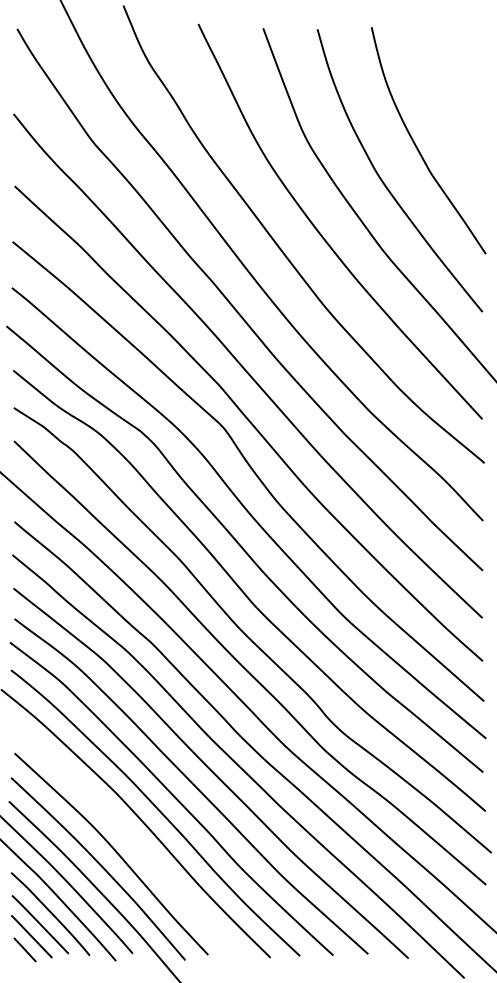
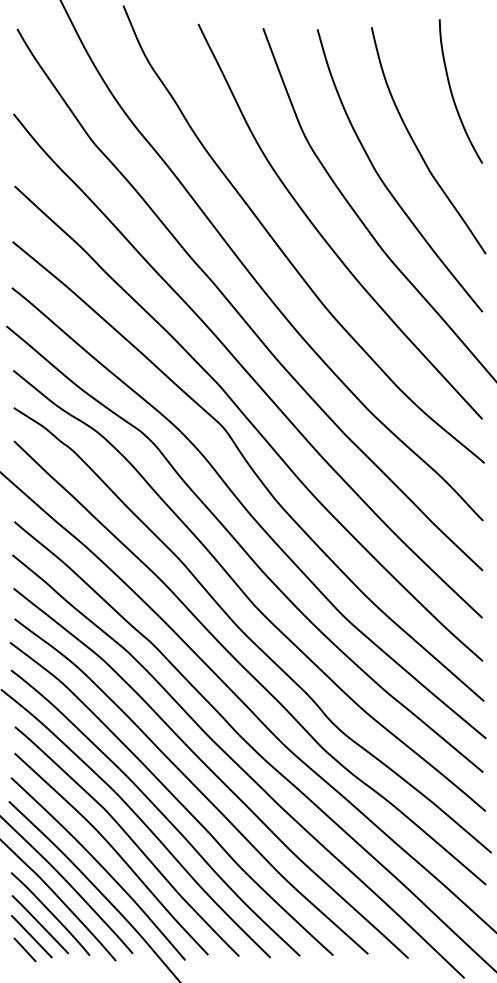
curve at (452, 91): none -> present
curve at (129, 838): none -> present
